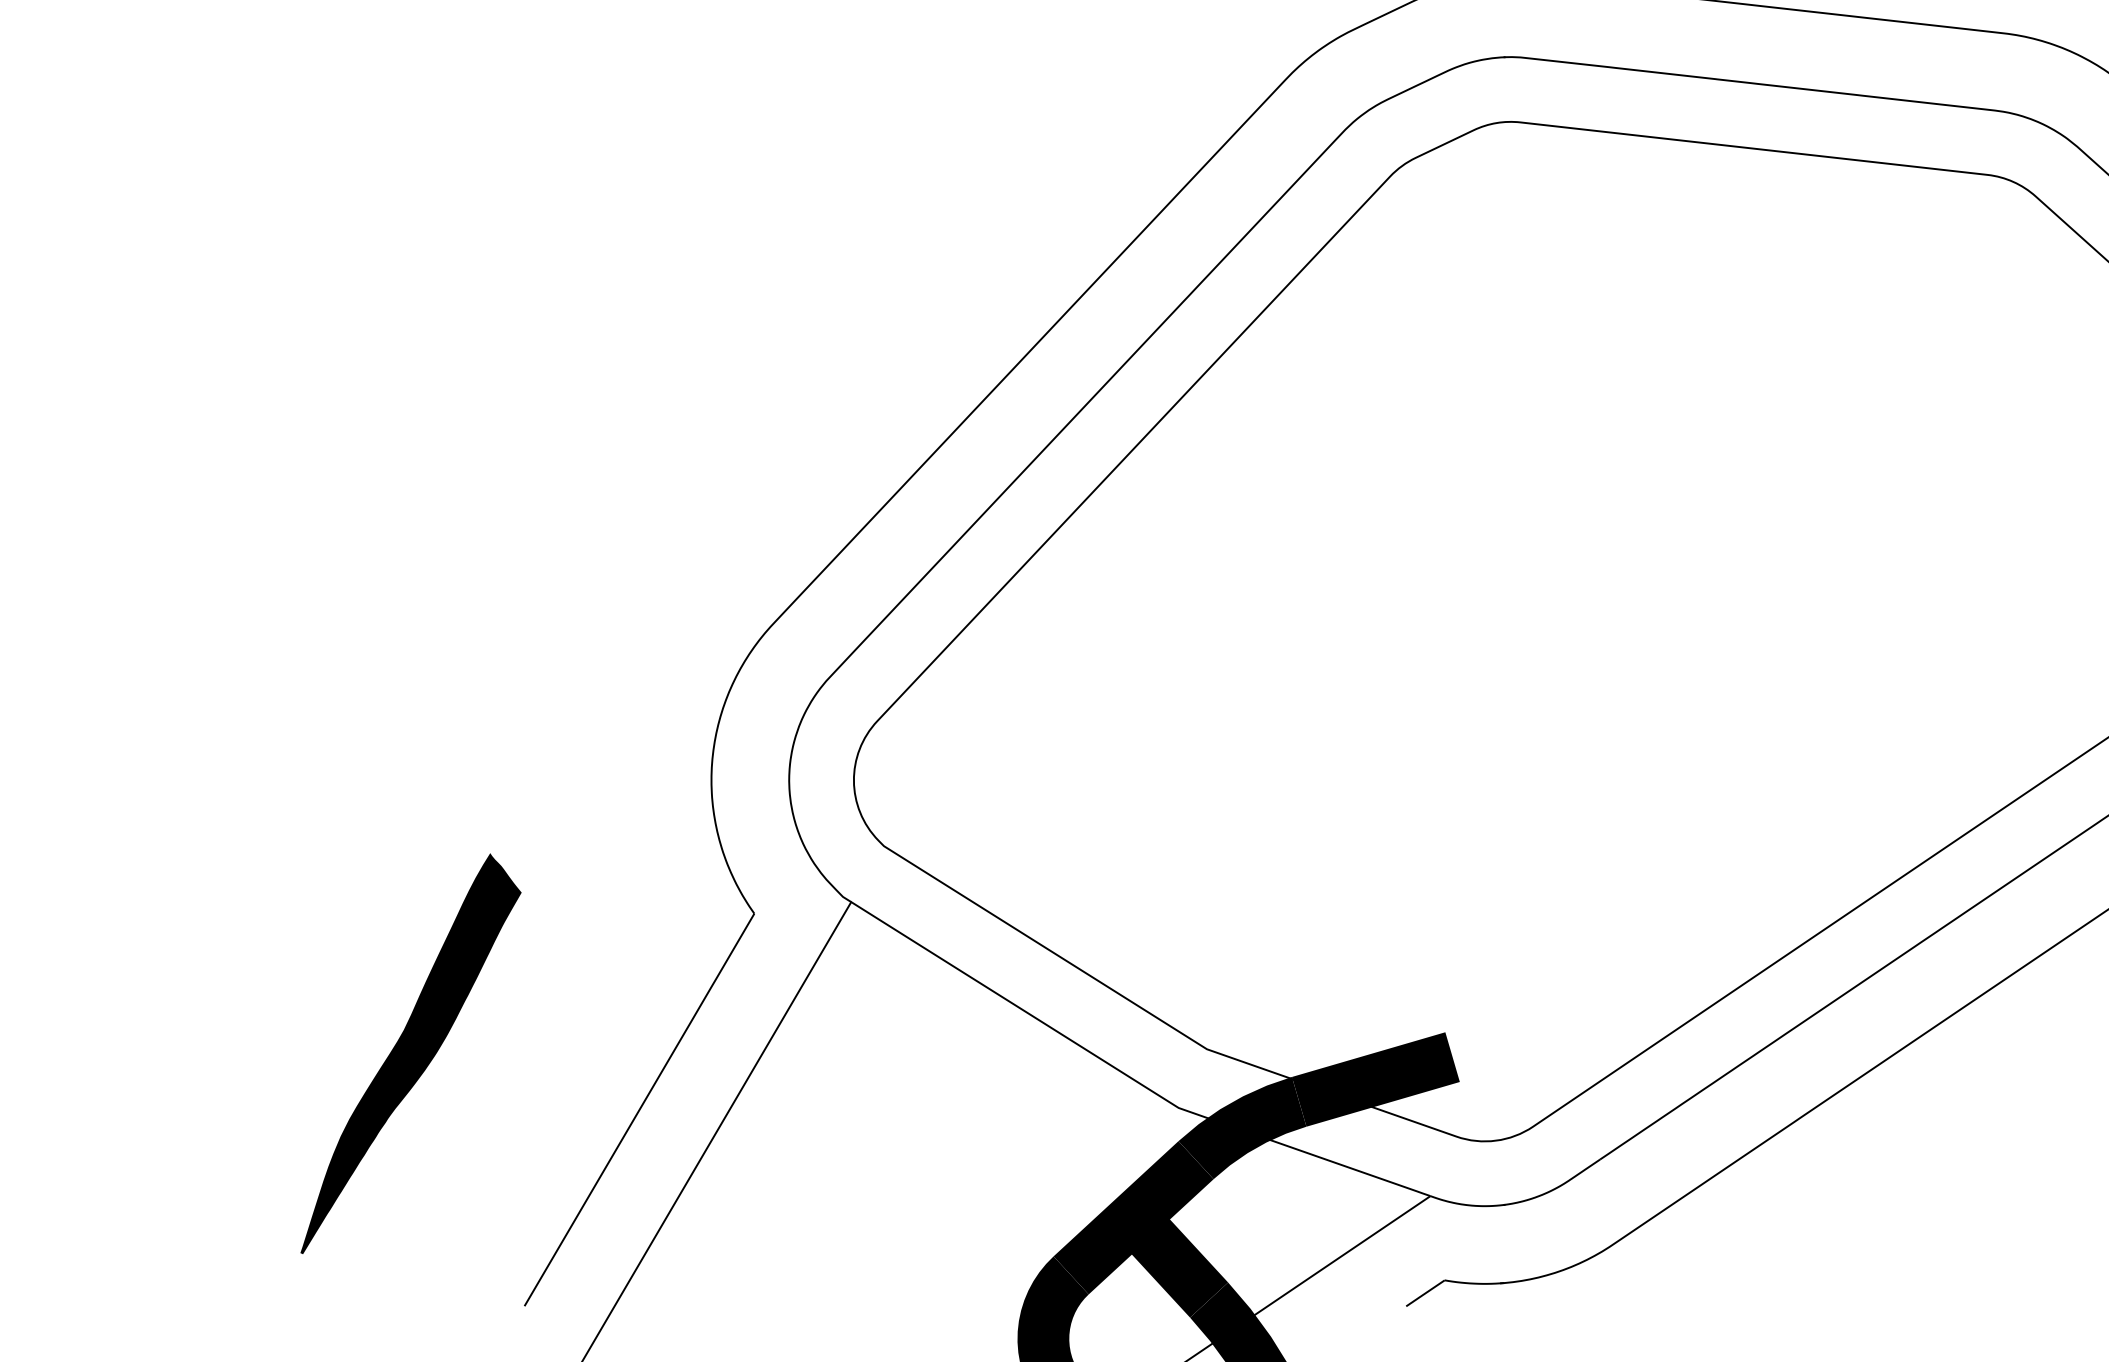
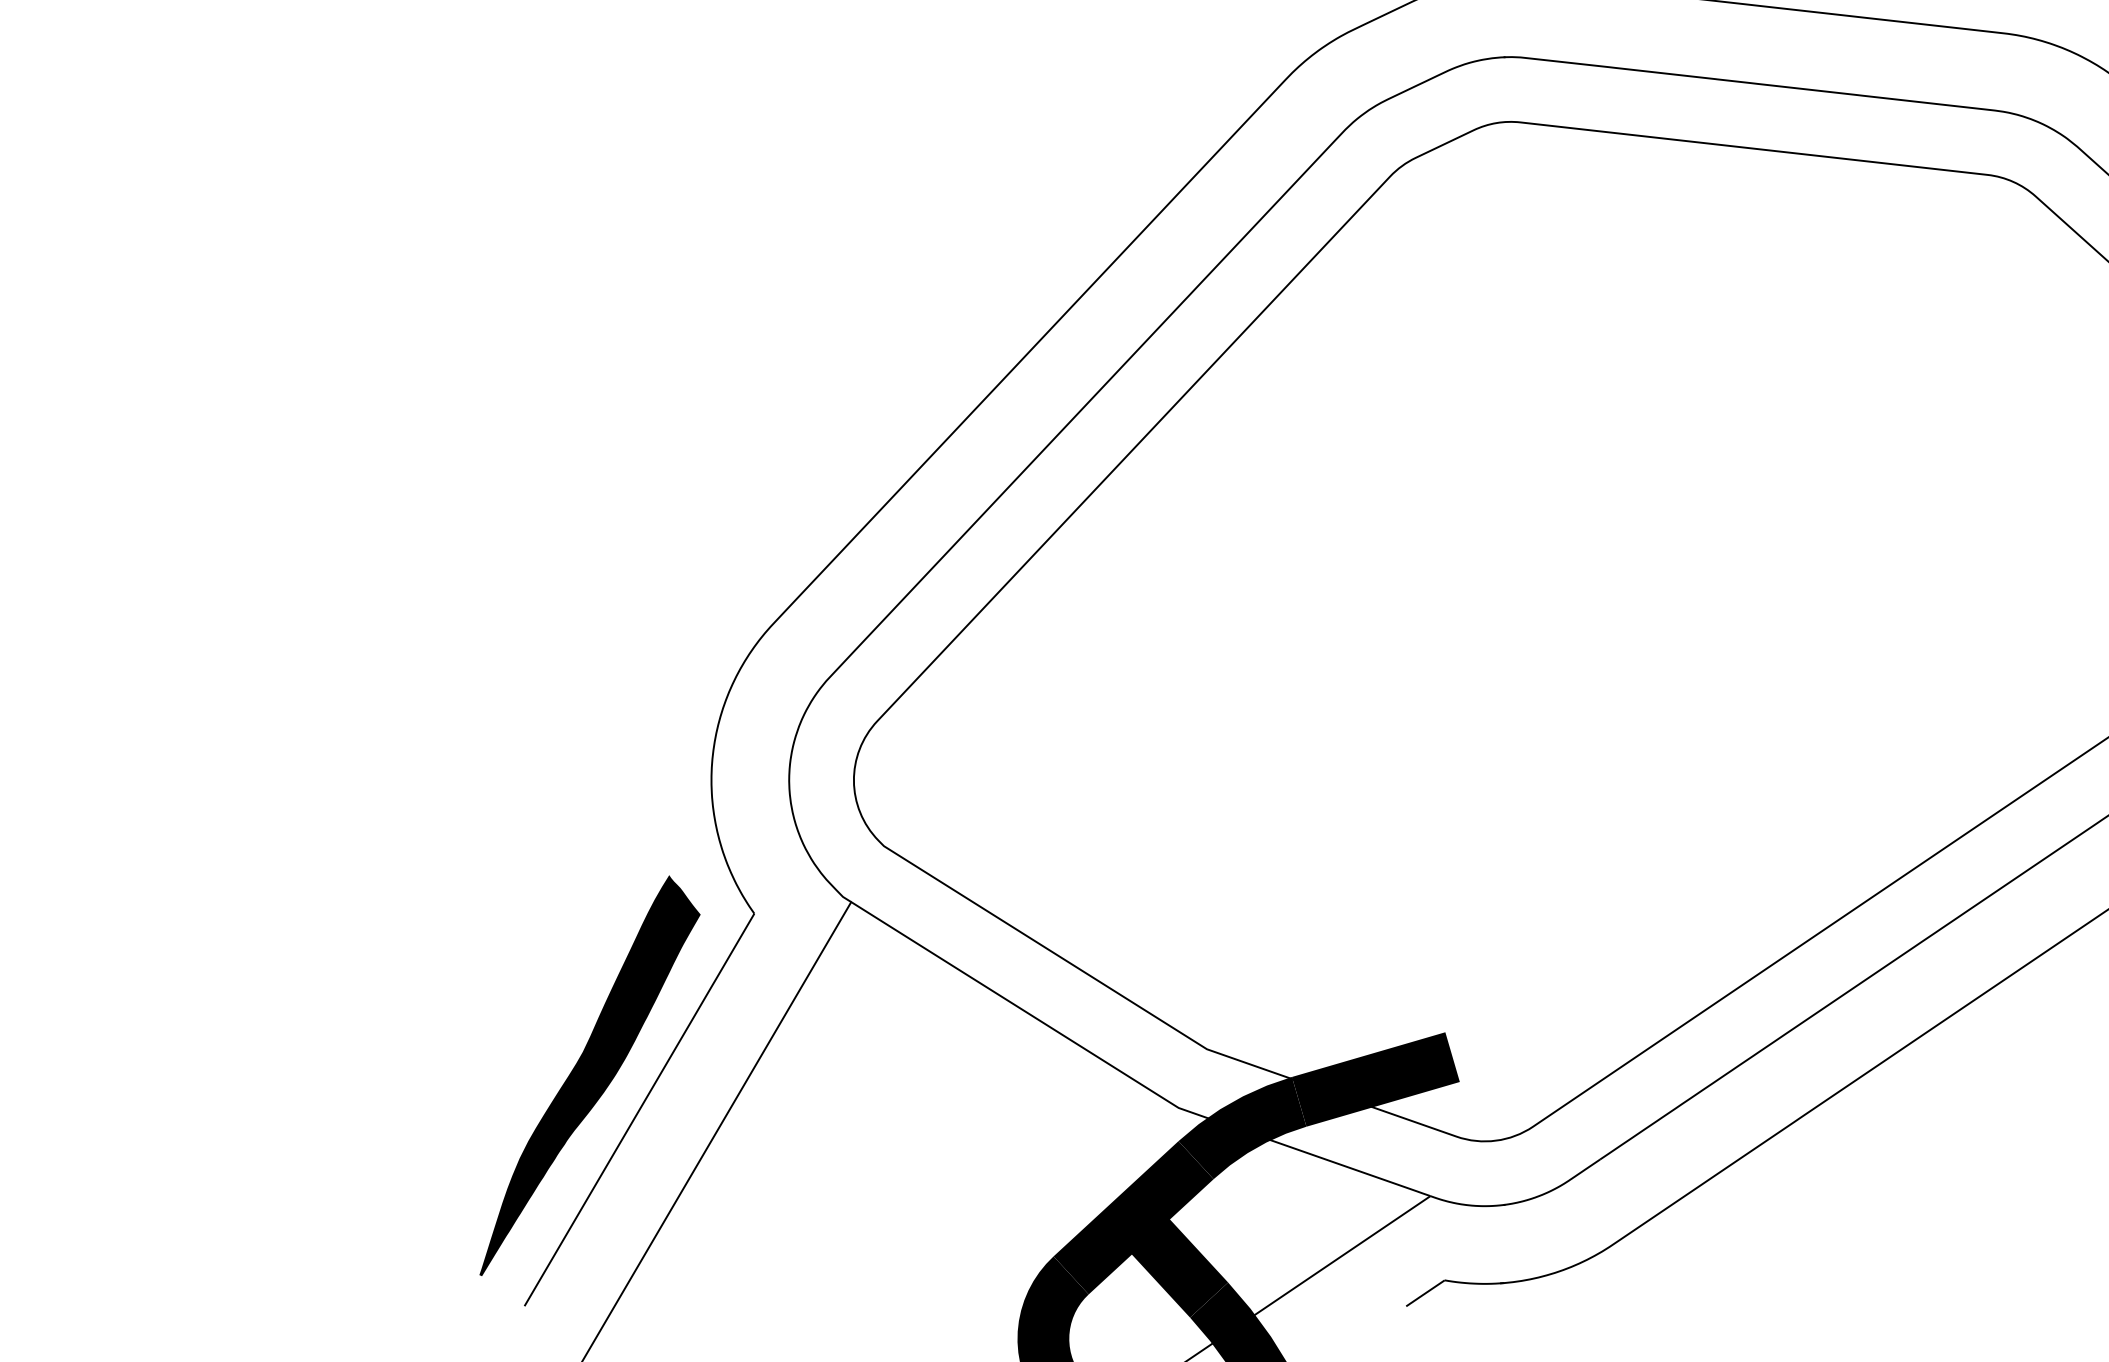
part at (410, 1053) position: (410, 1053) -> (589, 1075)
